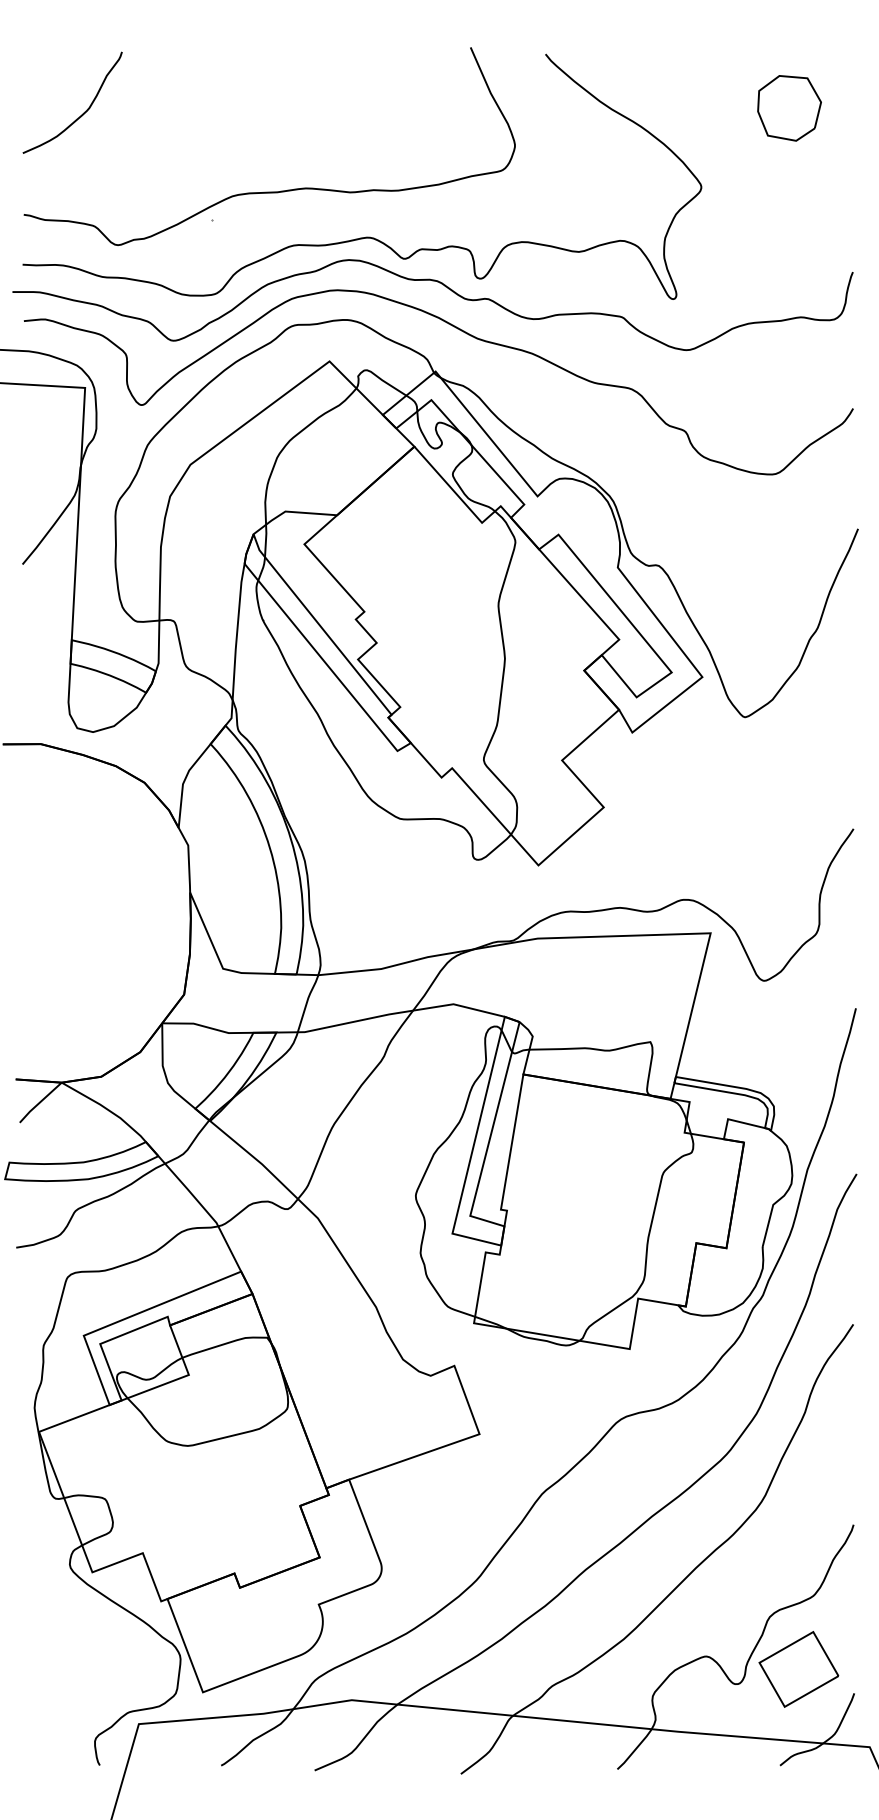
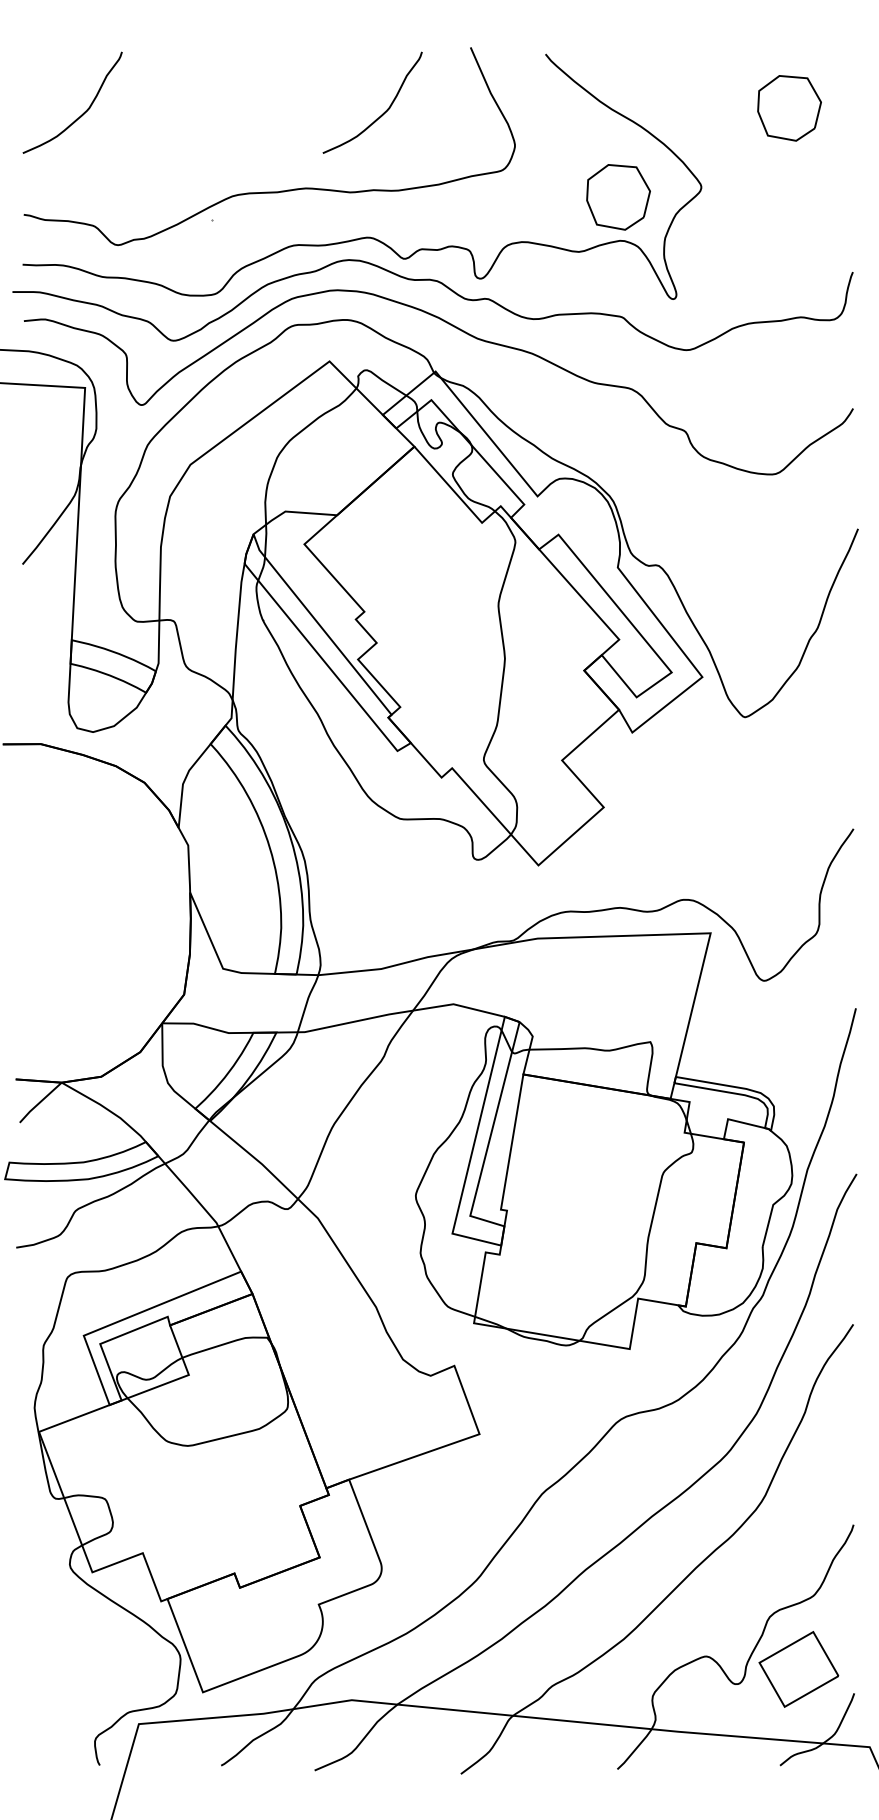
curve at (383, 112): none -> present
part at (618, 197): none -> present
